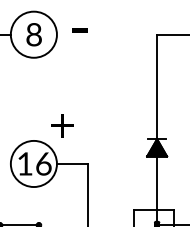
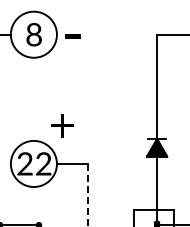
text at (79, 30) position: (79, 30) -> (72, 36)
text at (34, 163): 16 -> 22
line at (87, 195): solid -> dashed
